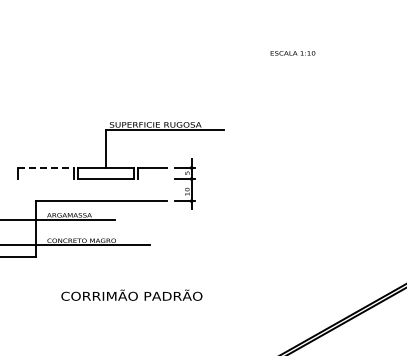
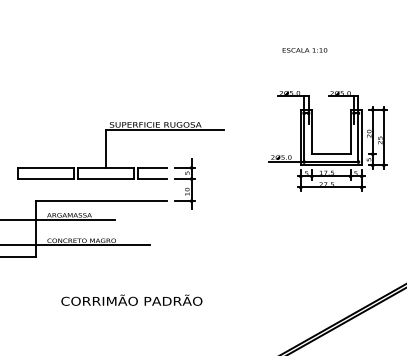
text at (292, 53) position: (292, 53) -> (304, 50)
part at (327, 153): none -> present
line at (46, 167): dashed -> solid
line at (45, 179): none -> present
line at (152, 179): none -> present
text at (131, 294) position: (131, 294) -> (131, 299)
